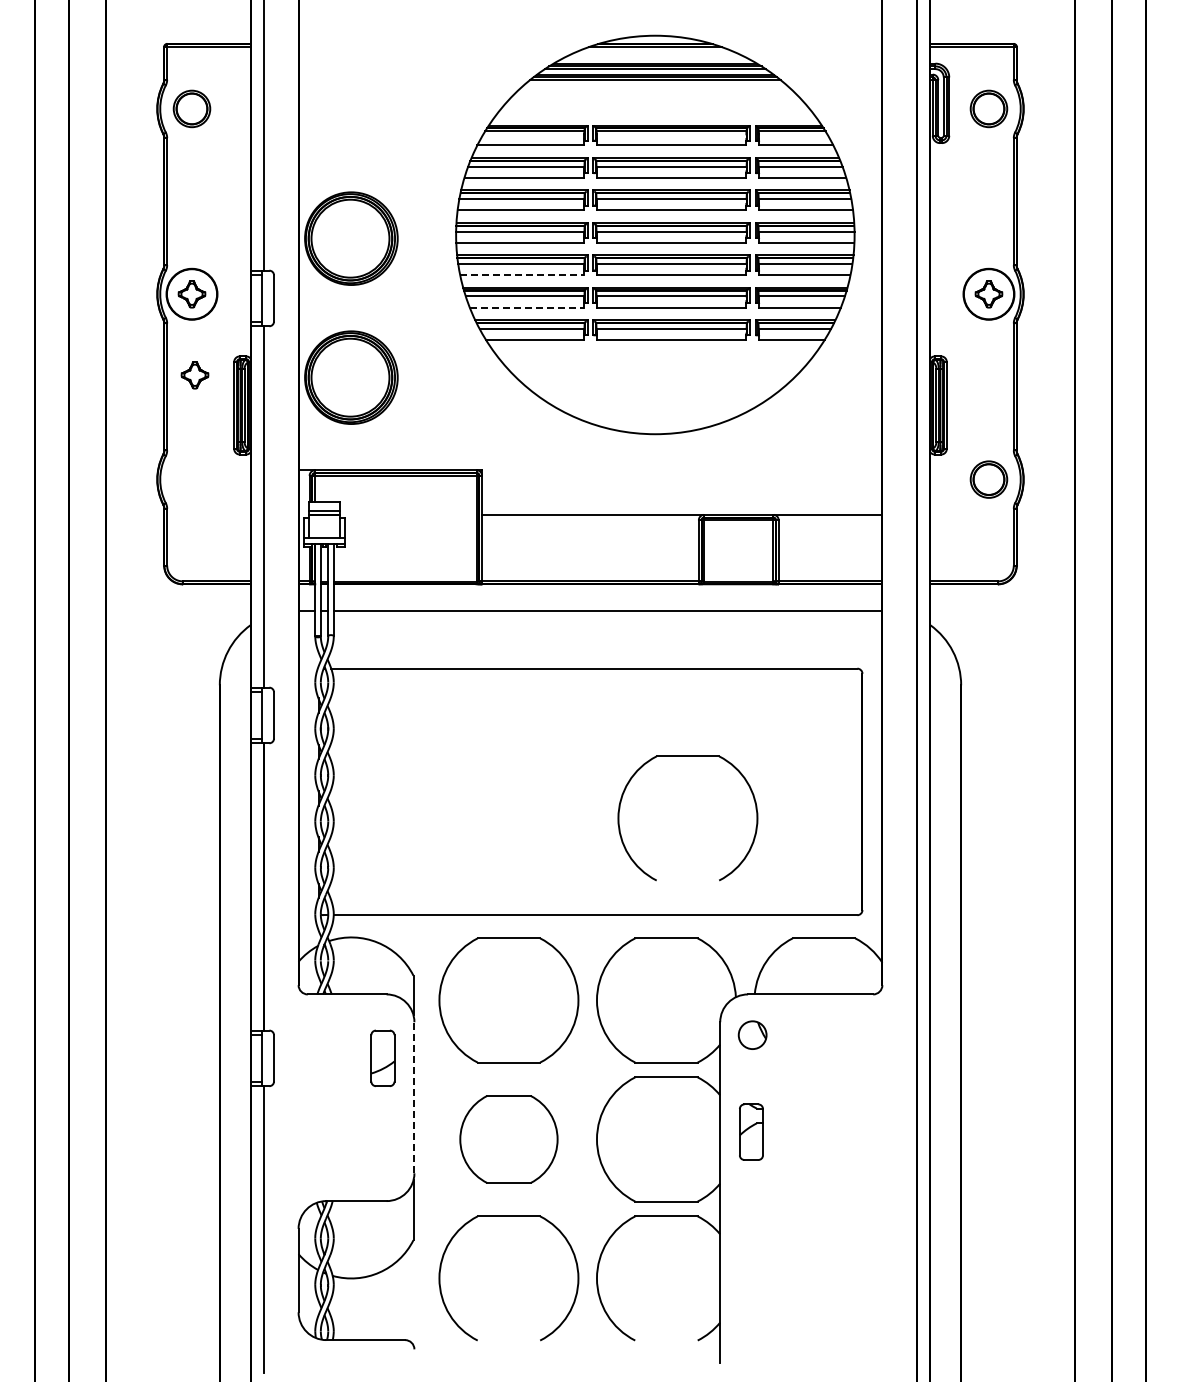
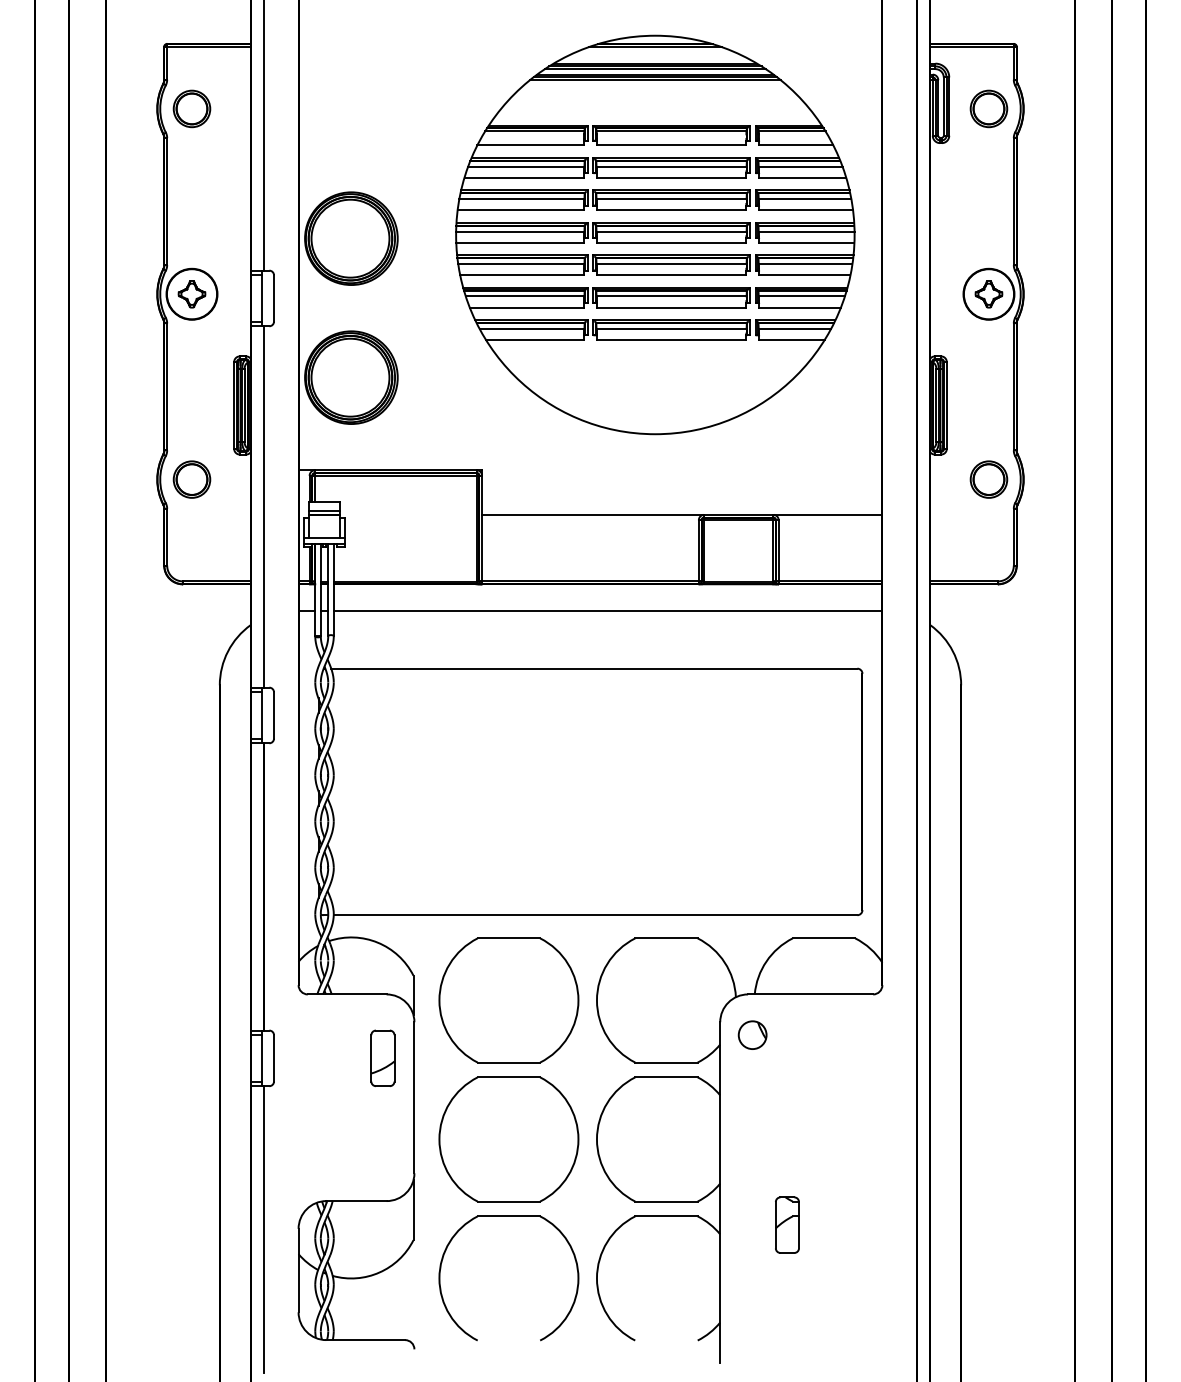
line at (522, 275): dashed -> solid
line at (527, 307): dashed -> solid
part at (194, 375): present -> none
part at (191, 479): none -> present
part at (687, 756): present -> none
line at (414, 1097): dashed -> solid
part at (751, 1131) position: (751, 1131) -> (787, 1224)
part at (508, 1139) size: 100x89 px -> 142x127 px
